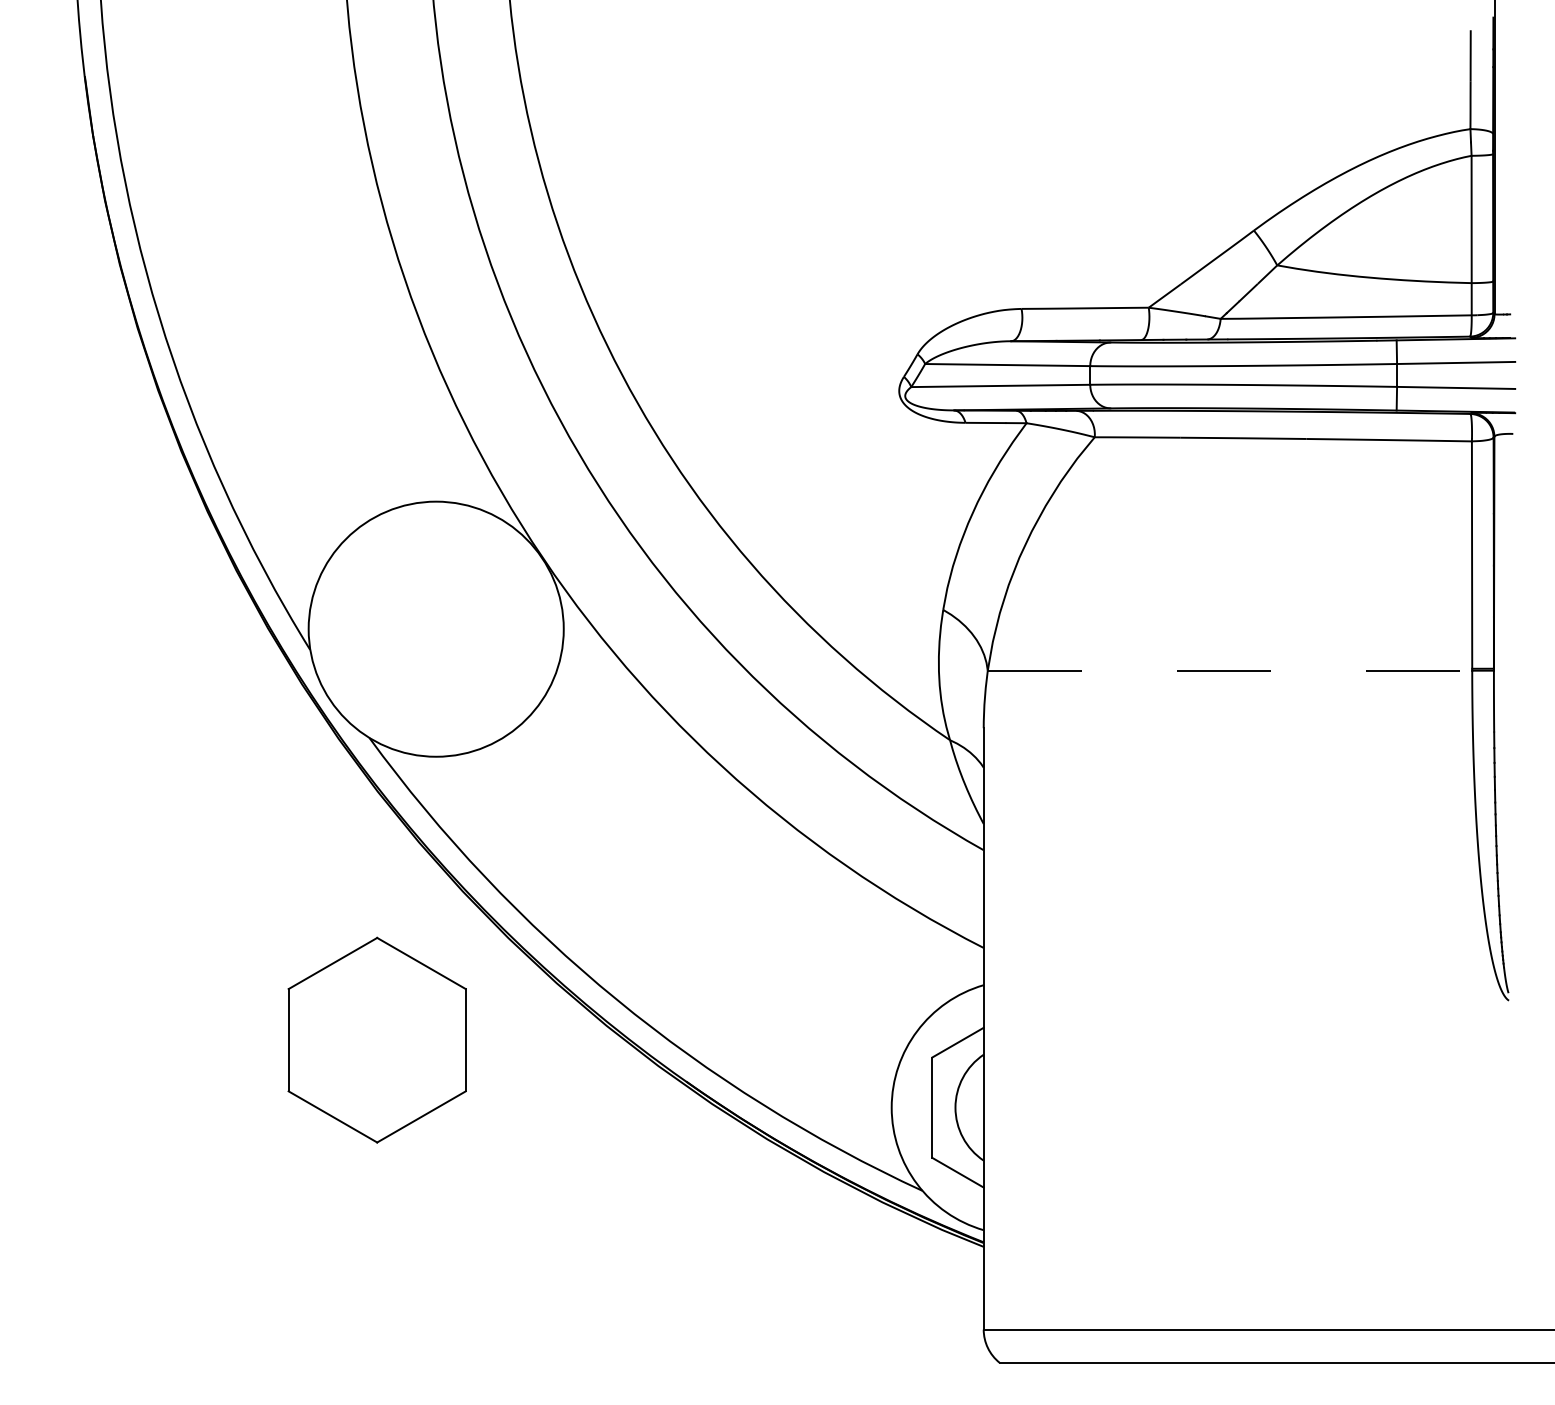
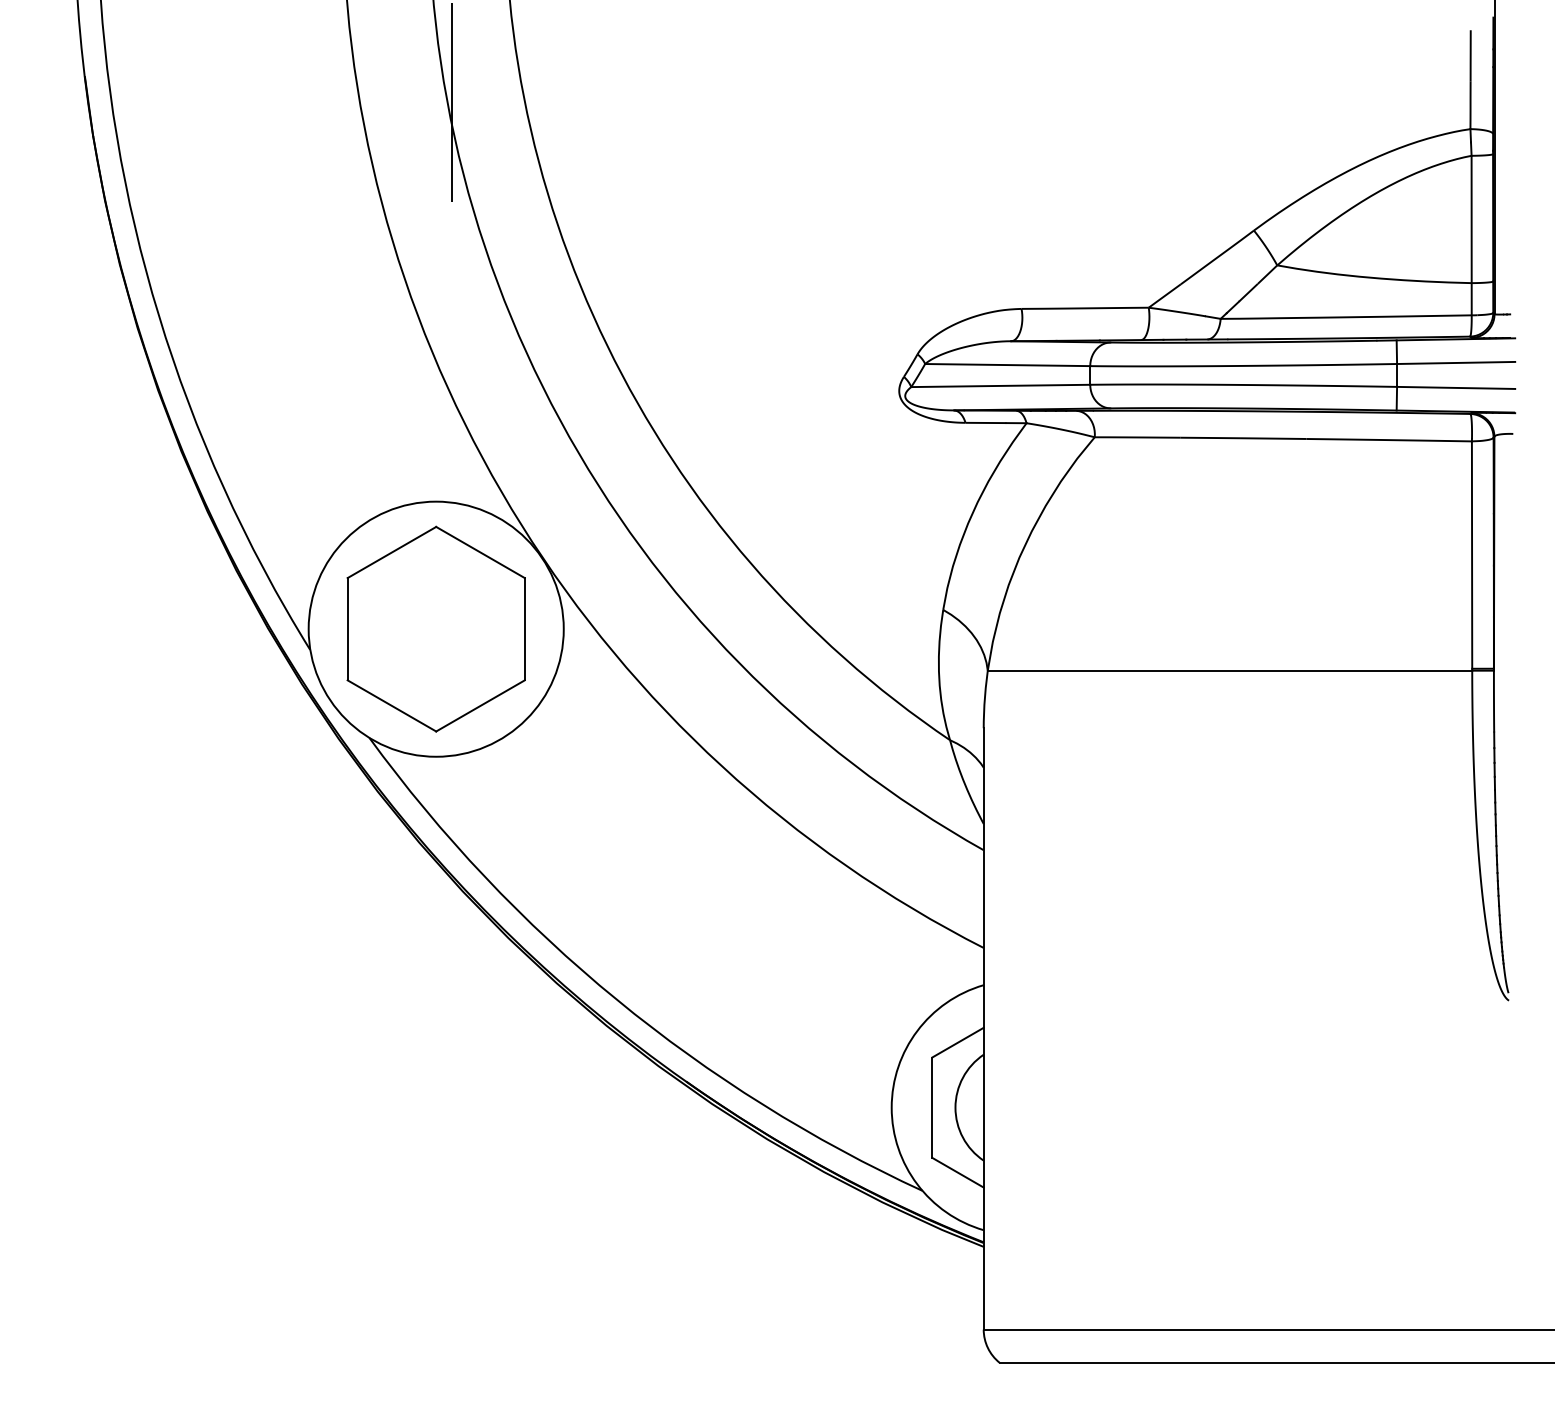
line at (452, 102): none -> present
line at (1230, 670): dashed -> solid
part at (376, 1039) position: (376, 1039) -> (435, 628)
